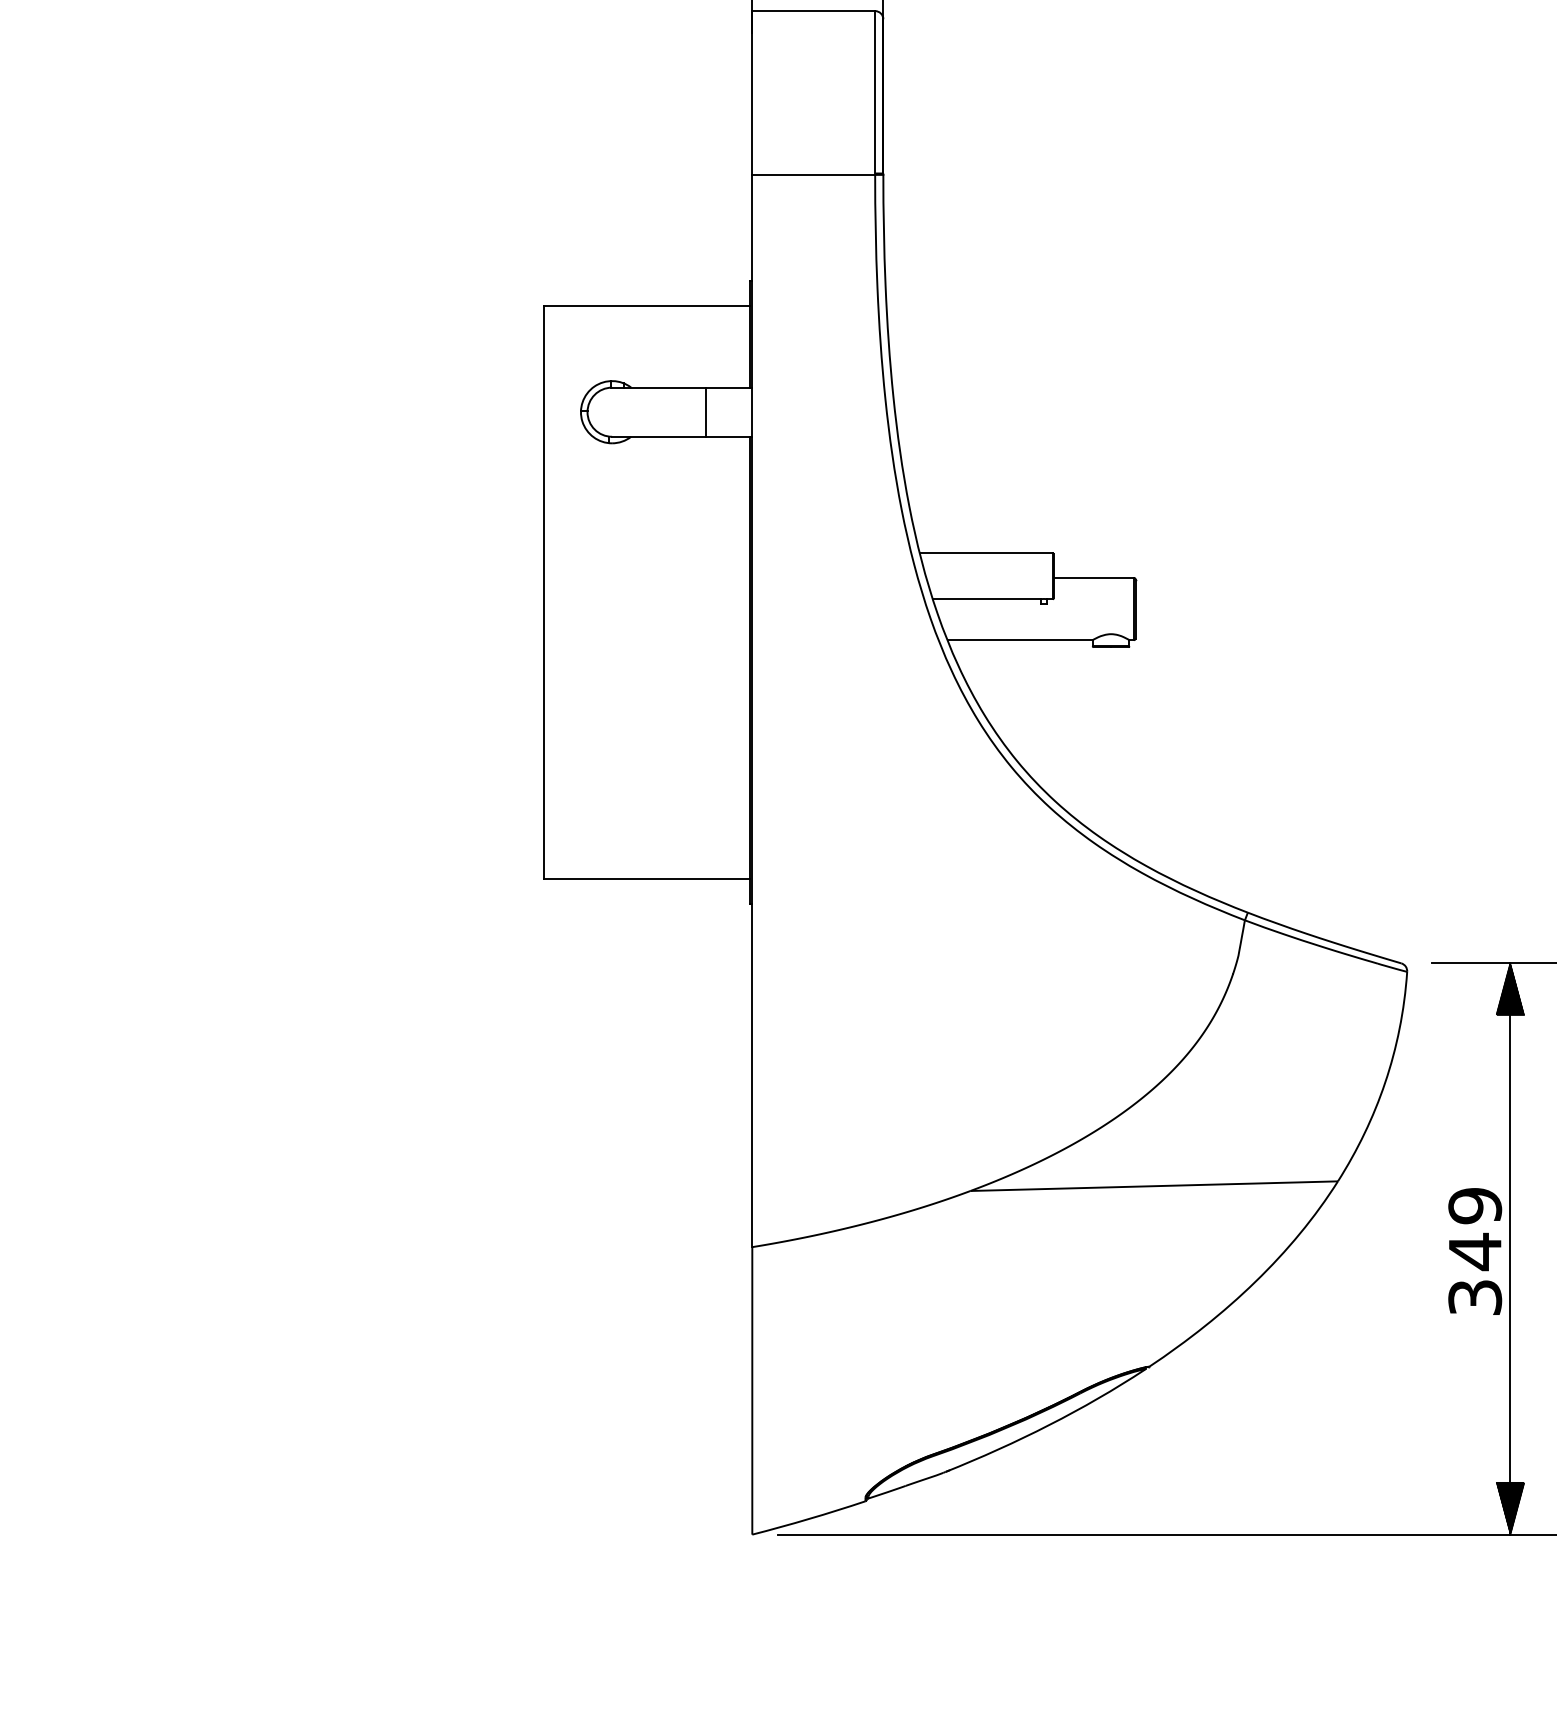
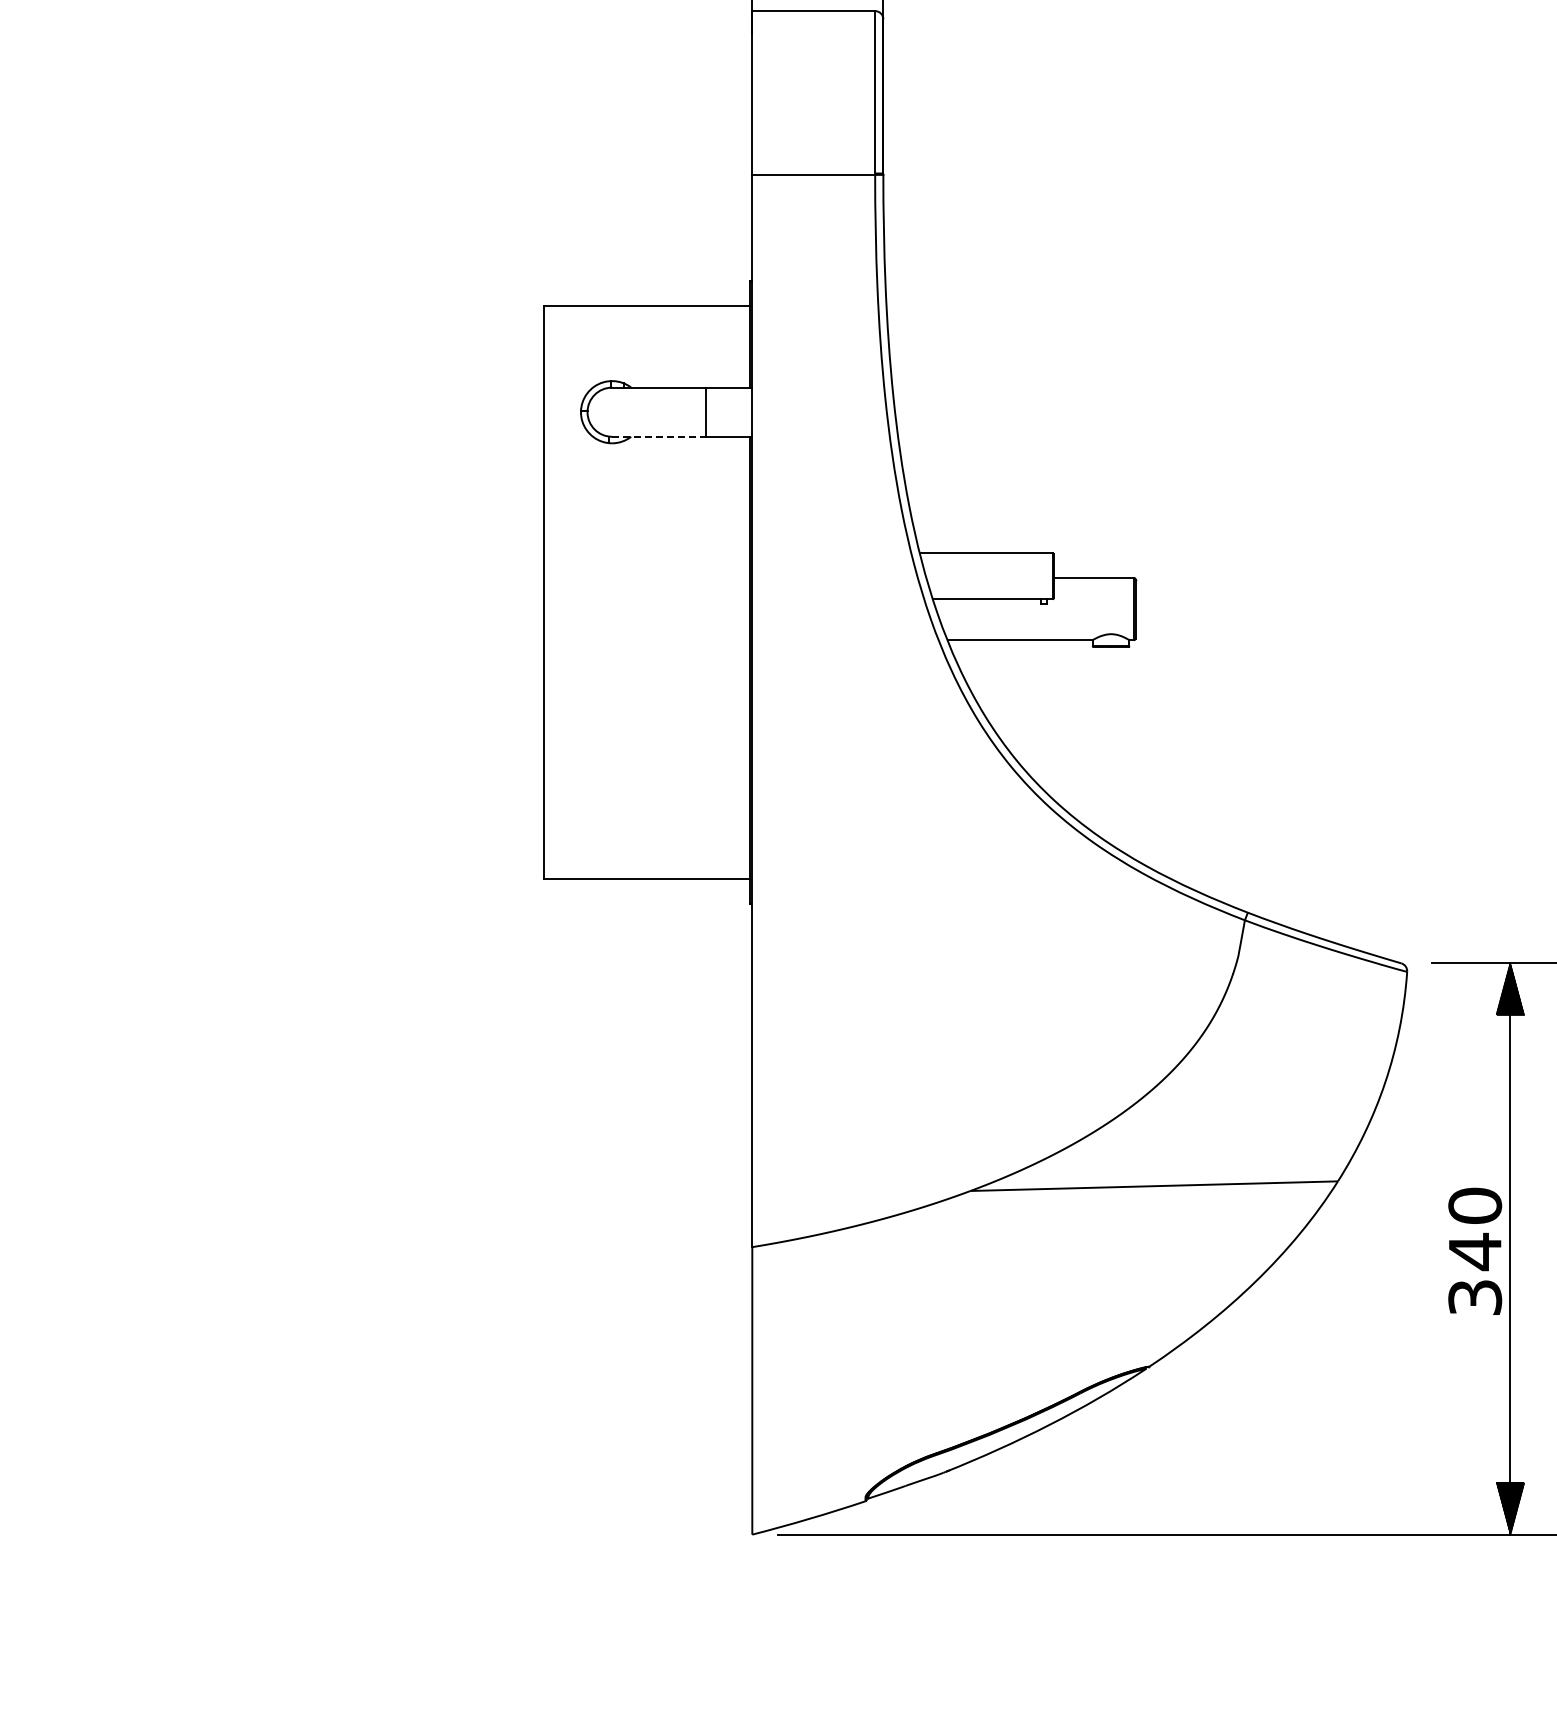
line at (659, 436): solid -> dashed
text at (1475, 1205): 349 -> 340
